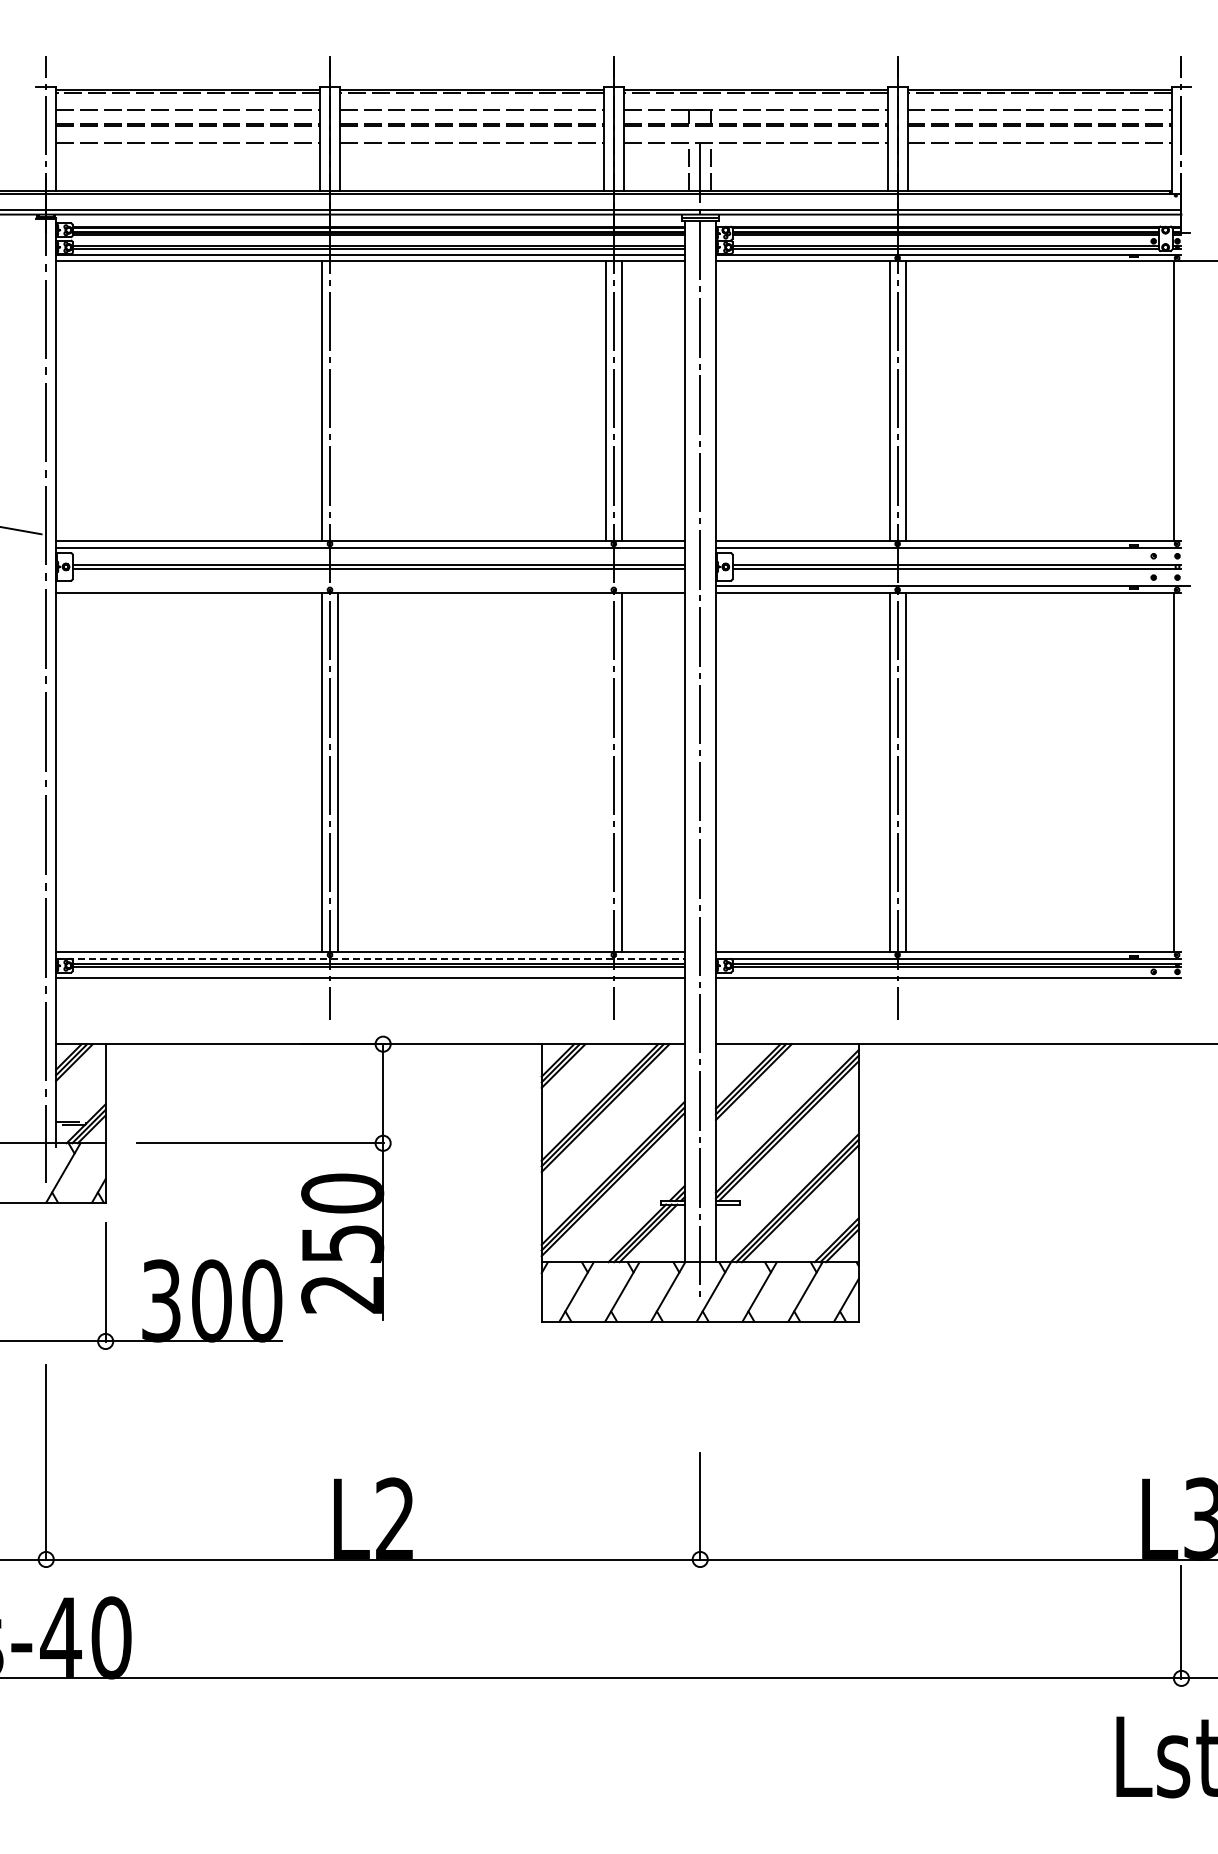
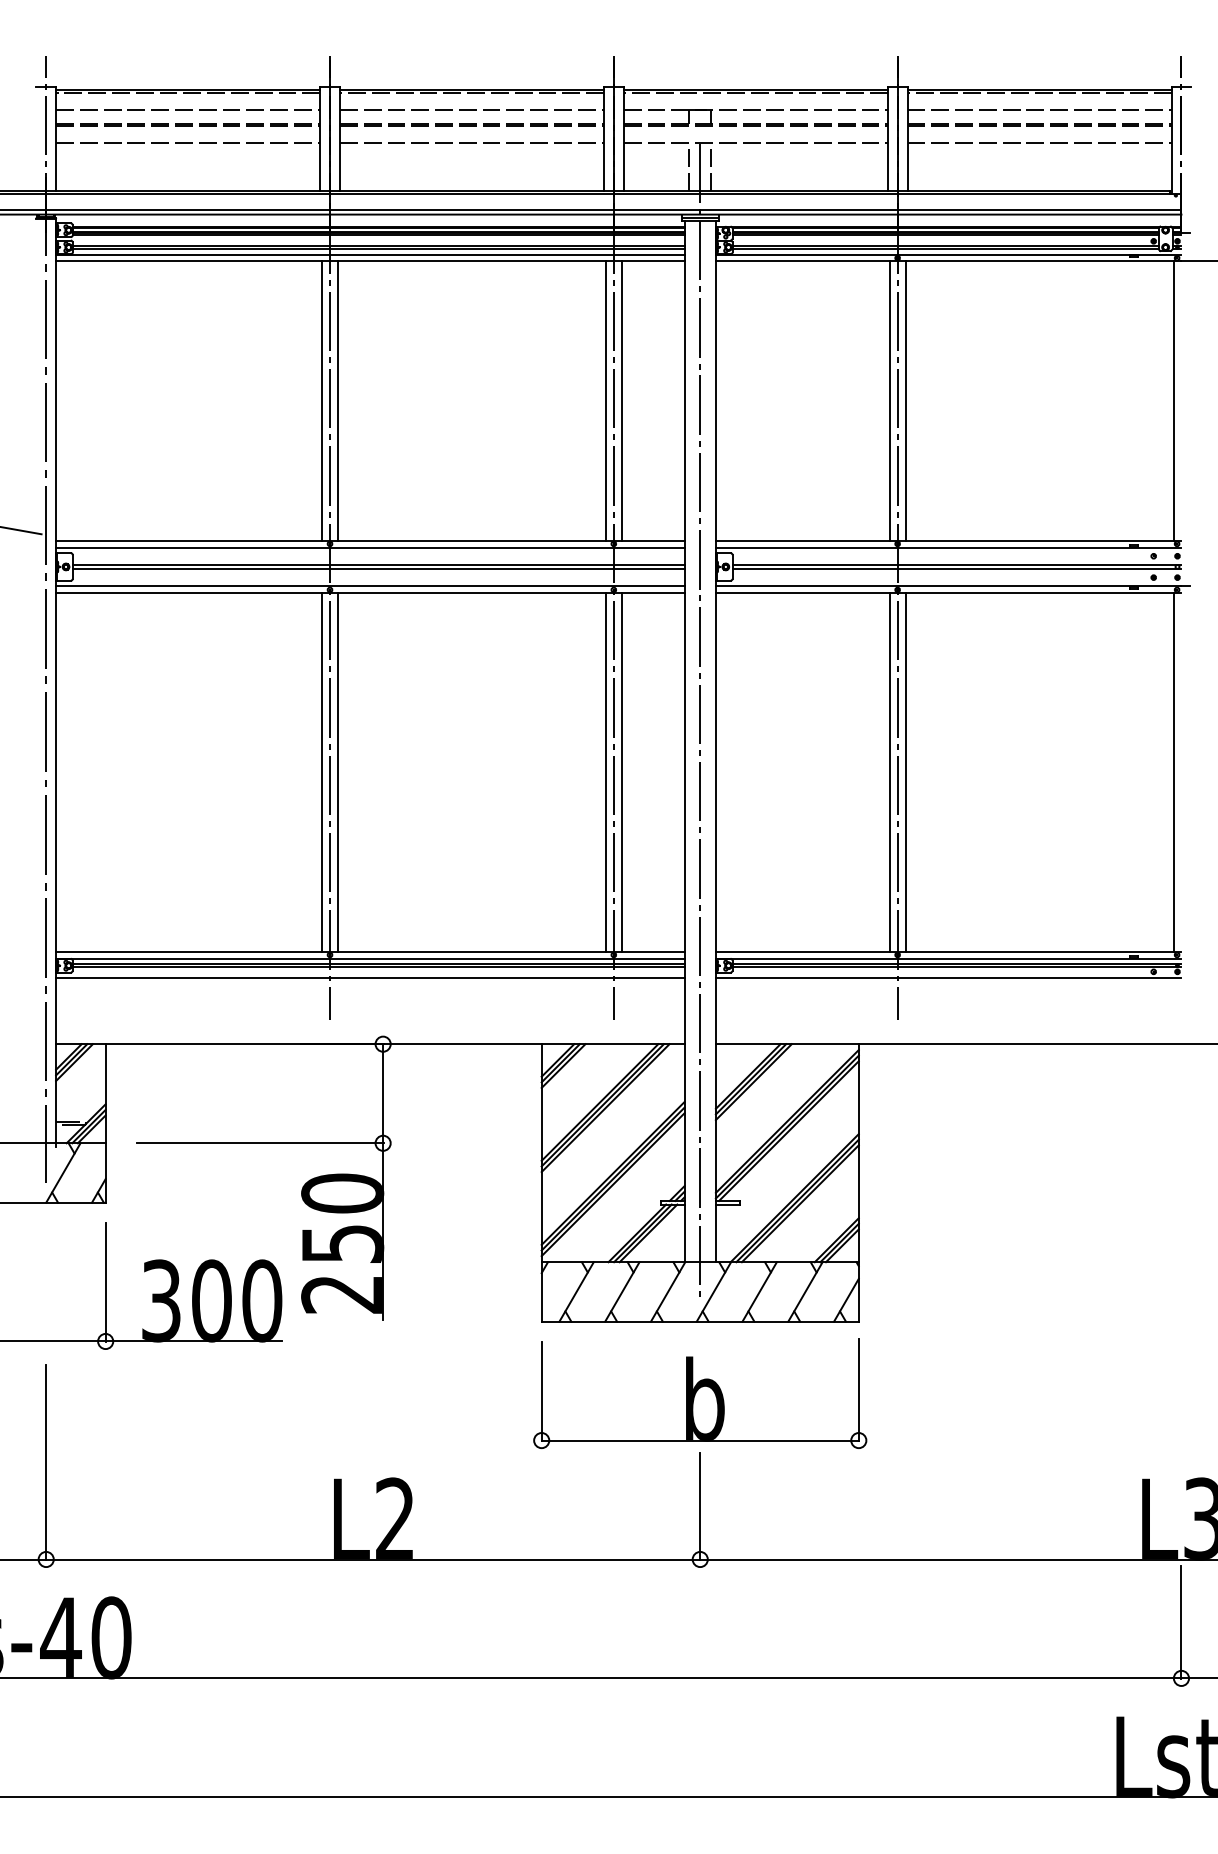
line at (337, 400): none -> present
line at (370, 586): none -> present
line at (605, 772): none -> present
line at (370, 958): dashed -> solid
part at (700, 1393): none -> present
line at (608, 1797): none -> present
